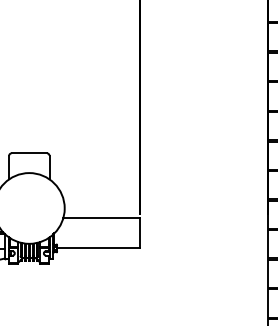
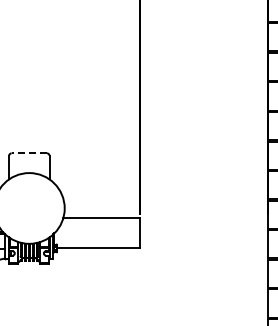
line at (29, 153): solid -> dashed
